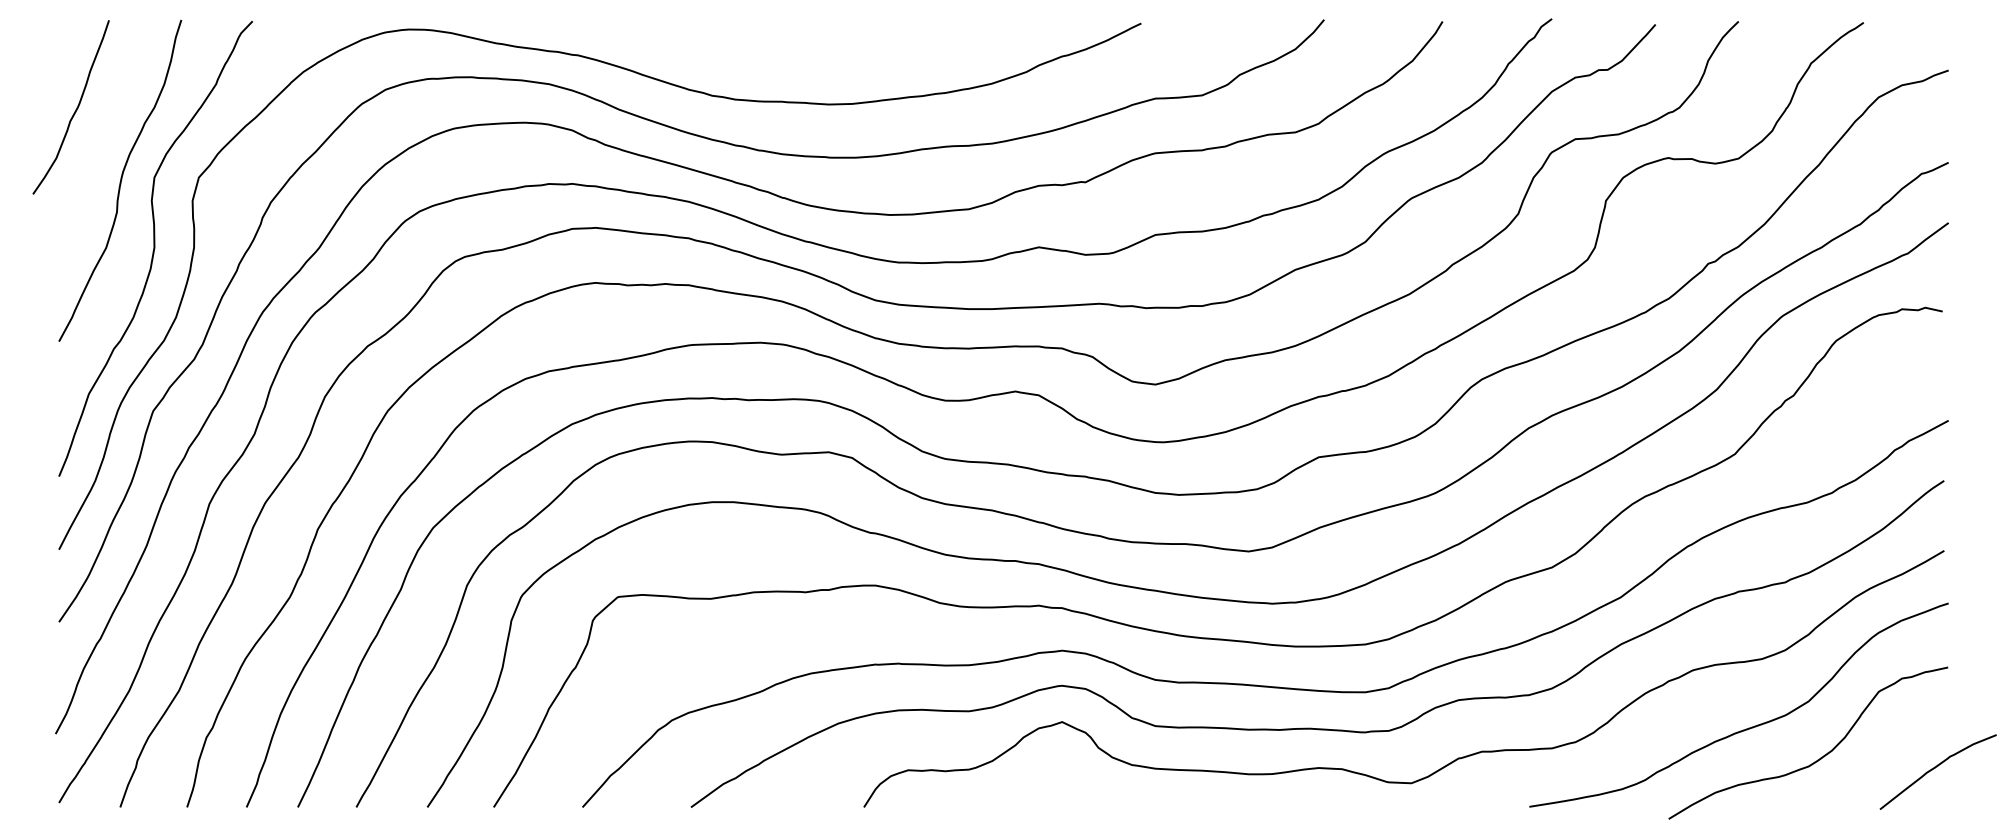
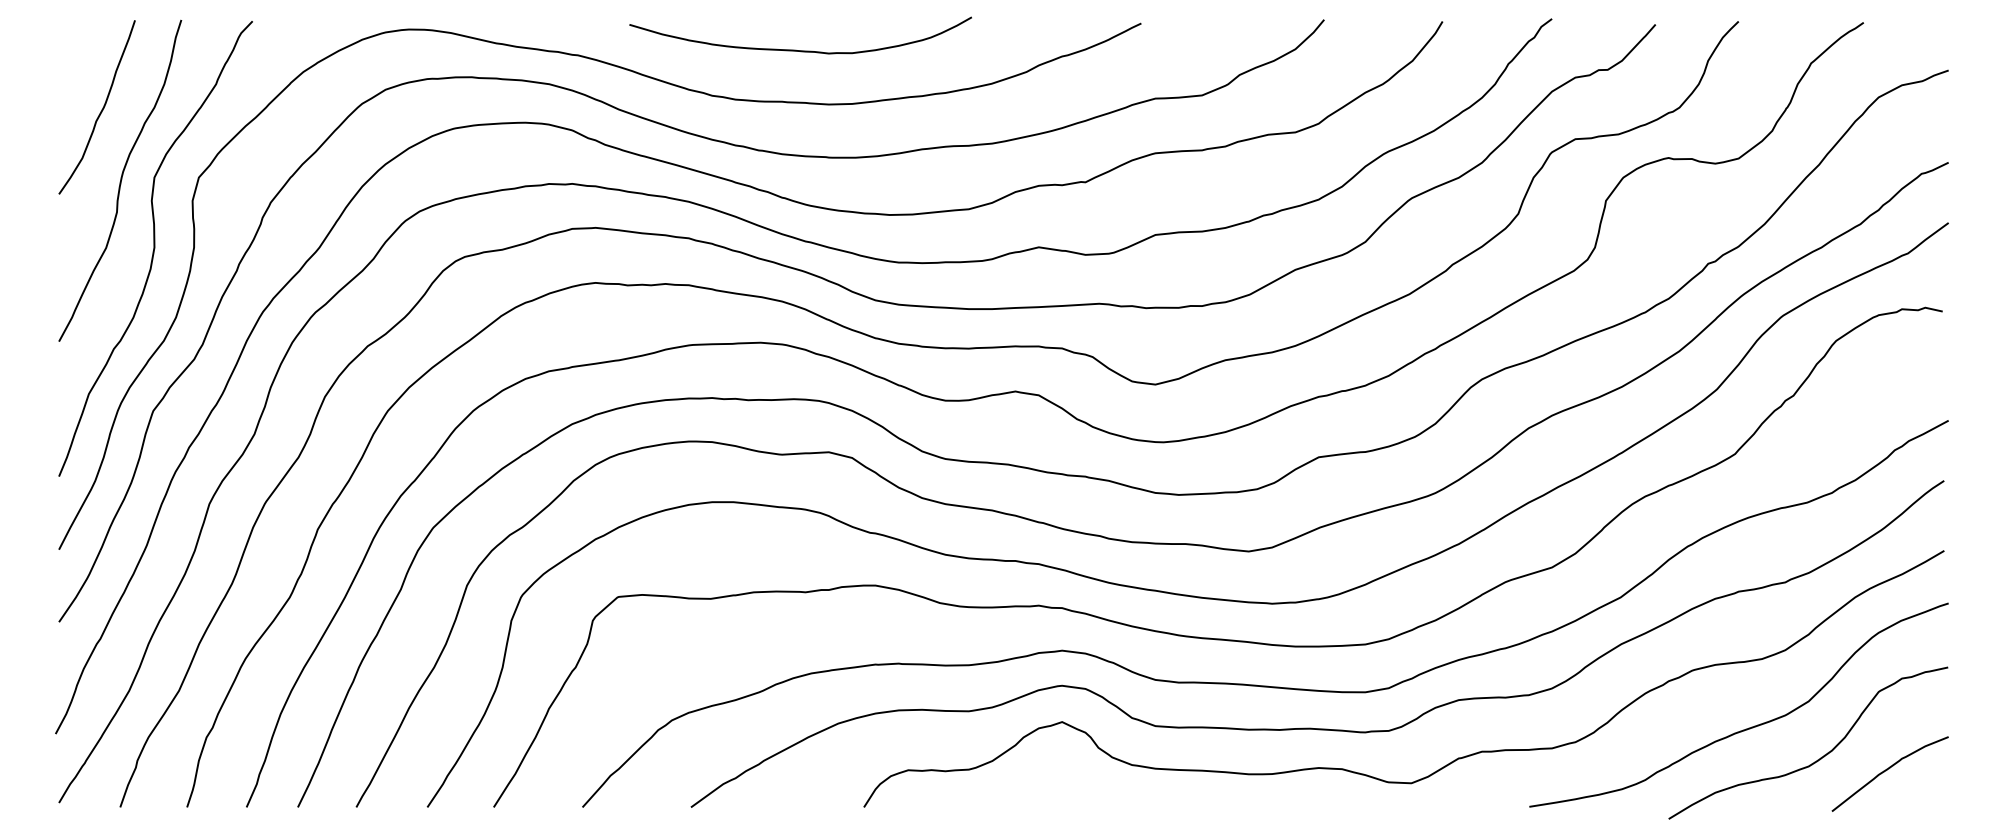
curve at (796, 49): none -> present
curve at (75, 109) position: (75, 109) -> (101, 109)
curve at (1935, 768) position: (1935, 768) -> (1887, 770)
